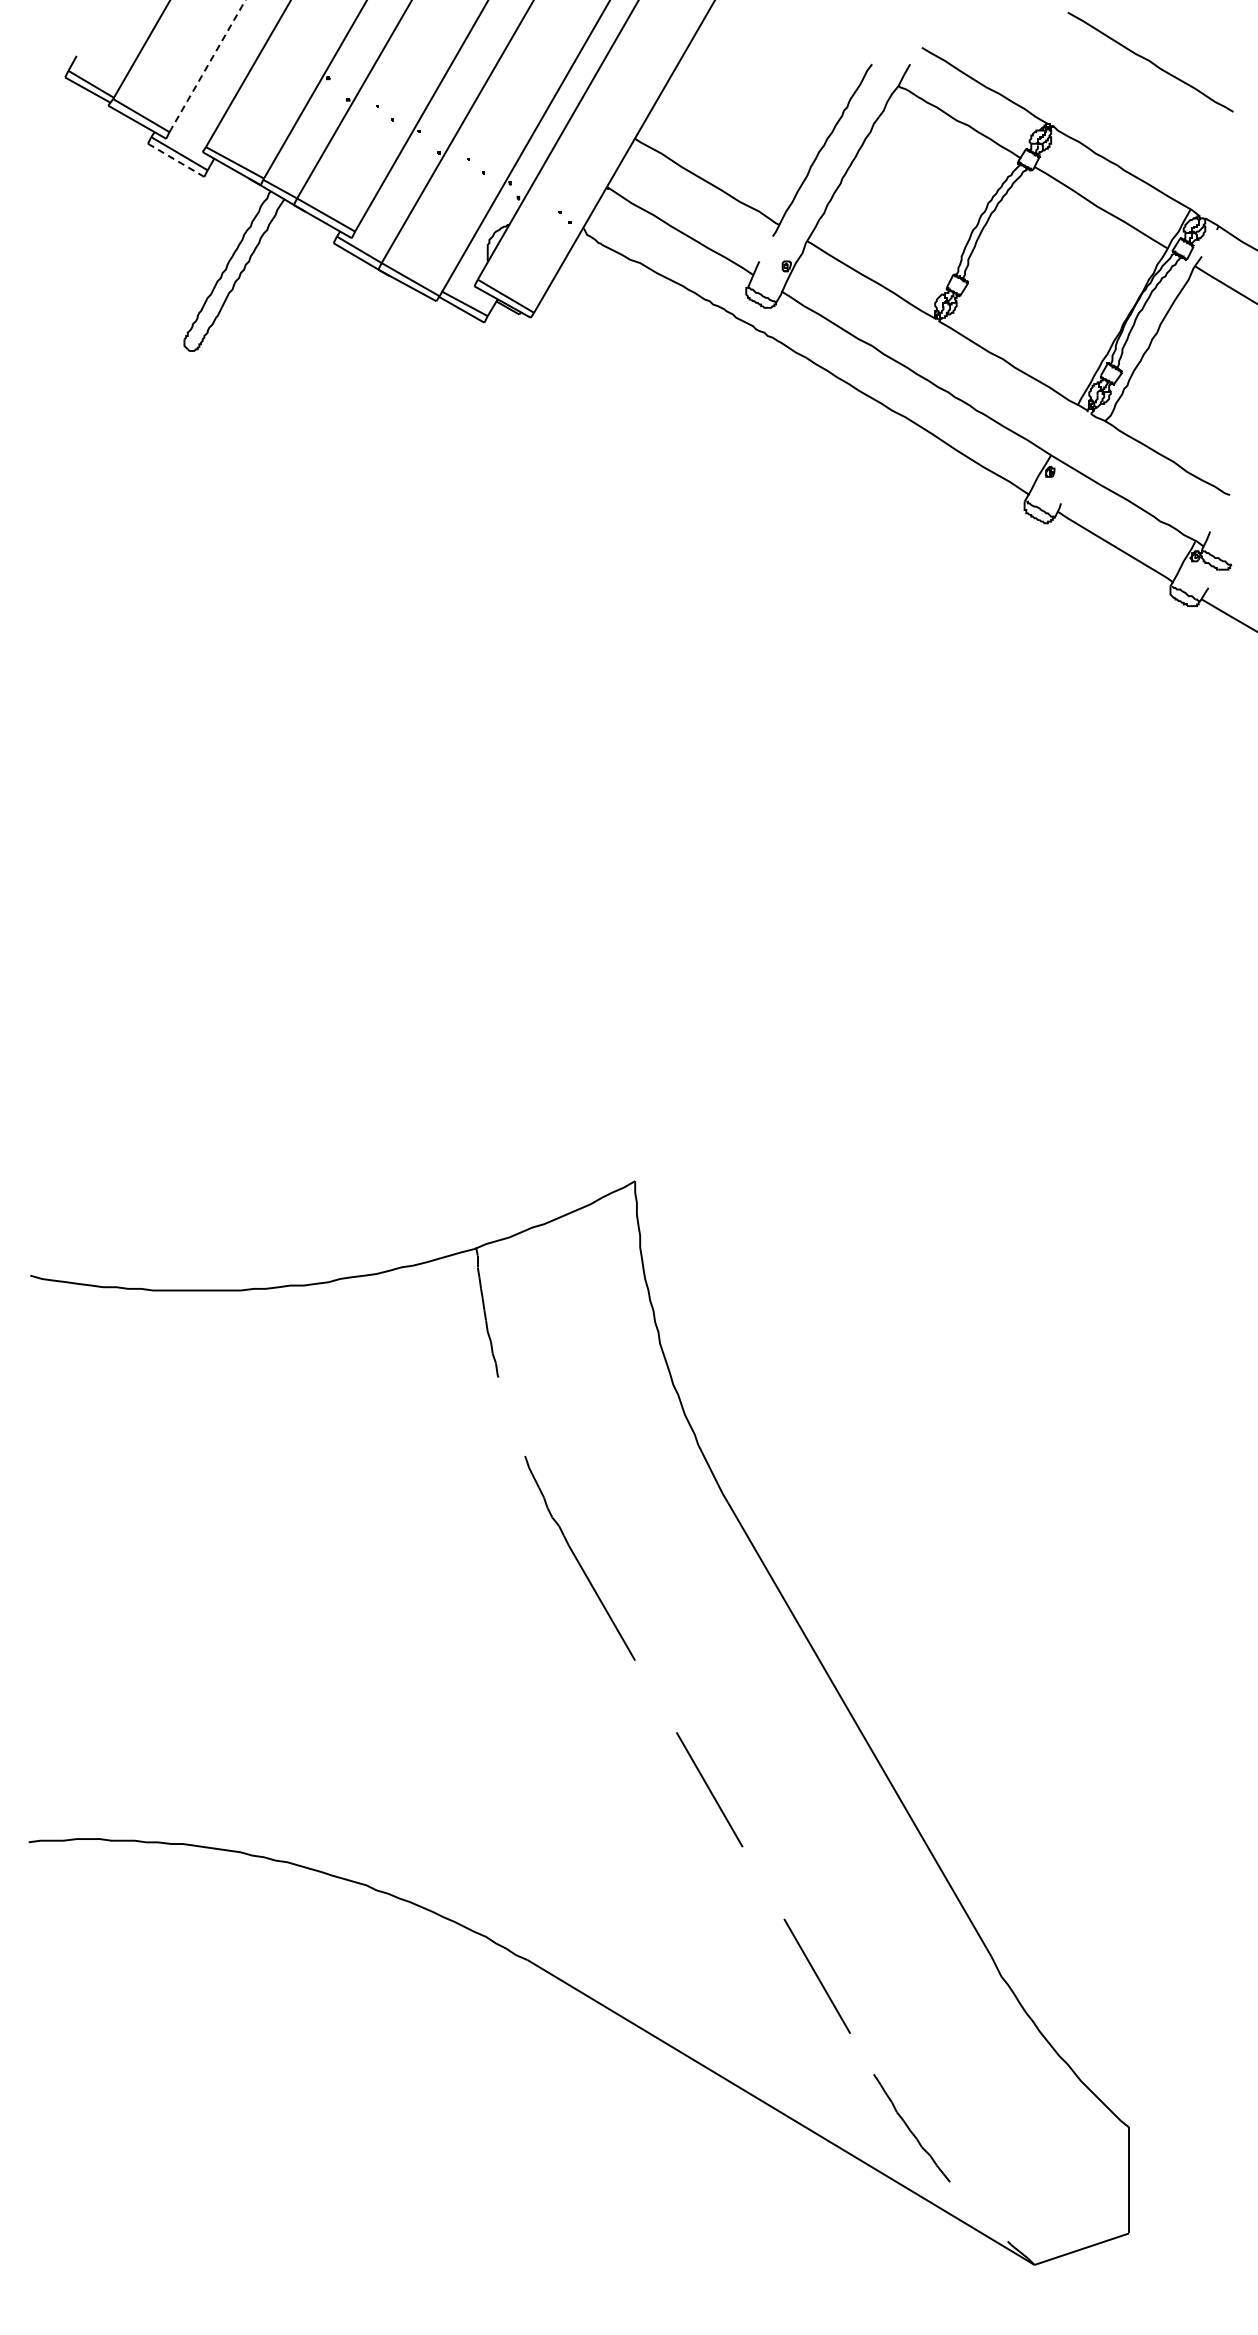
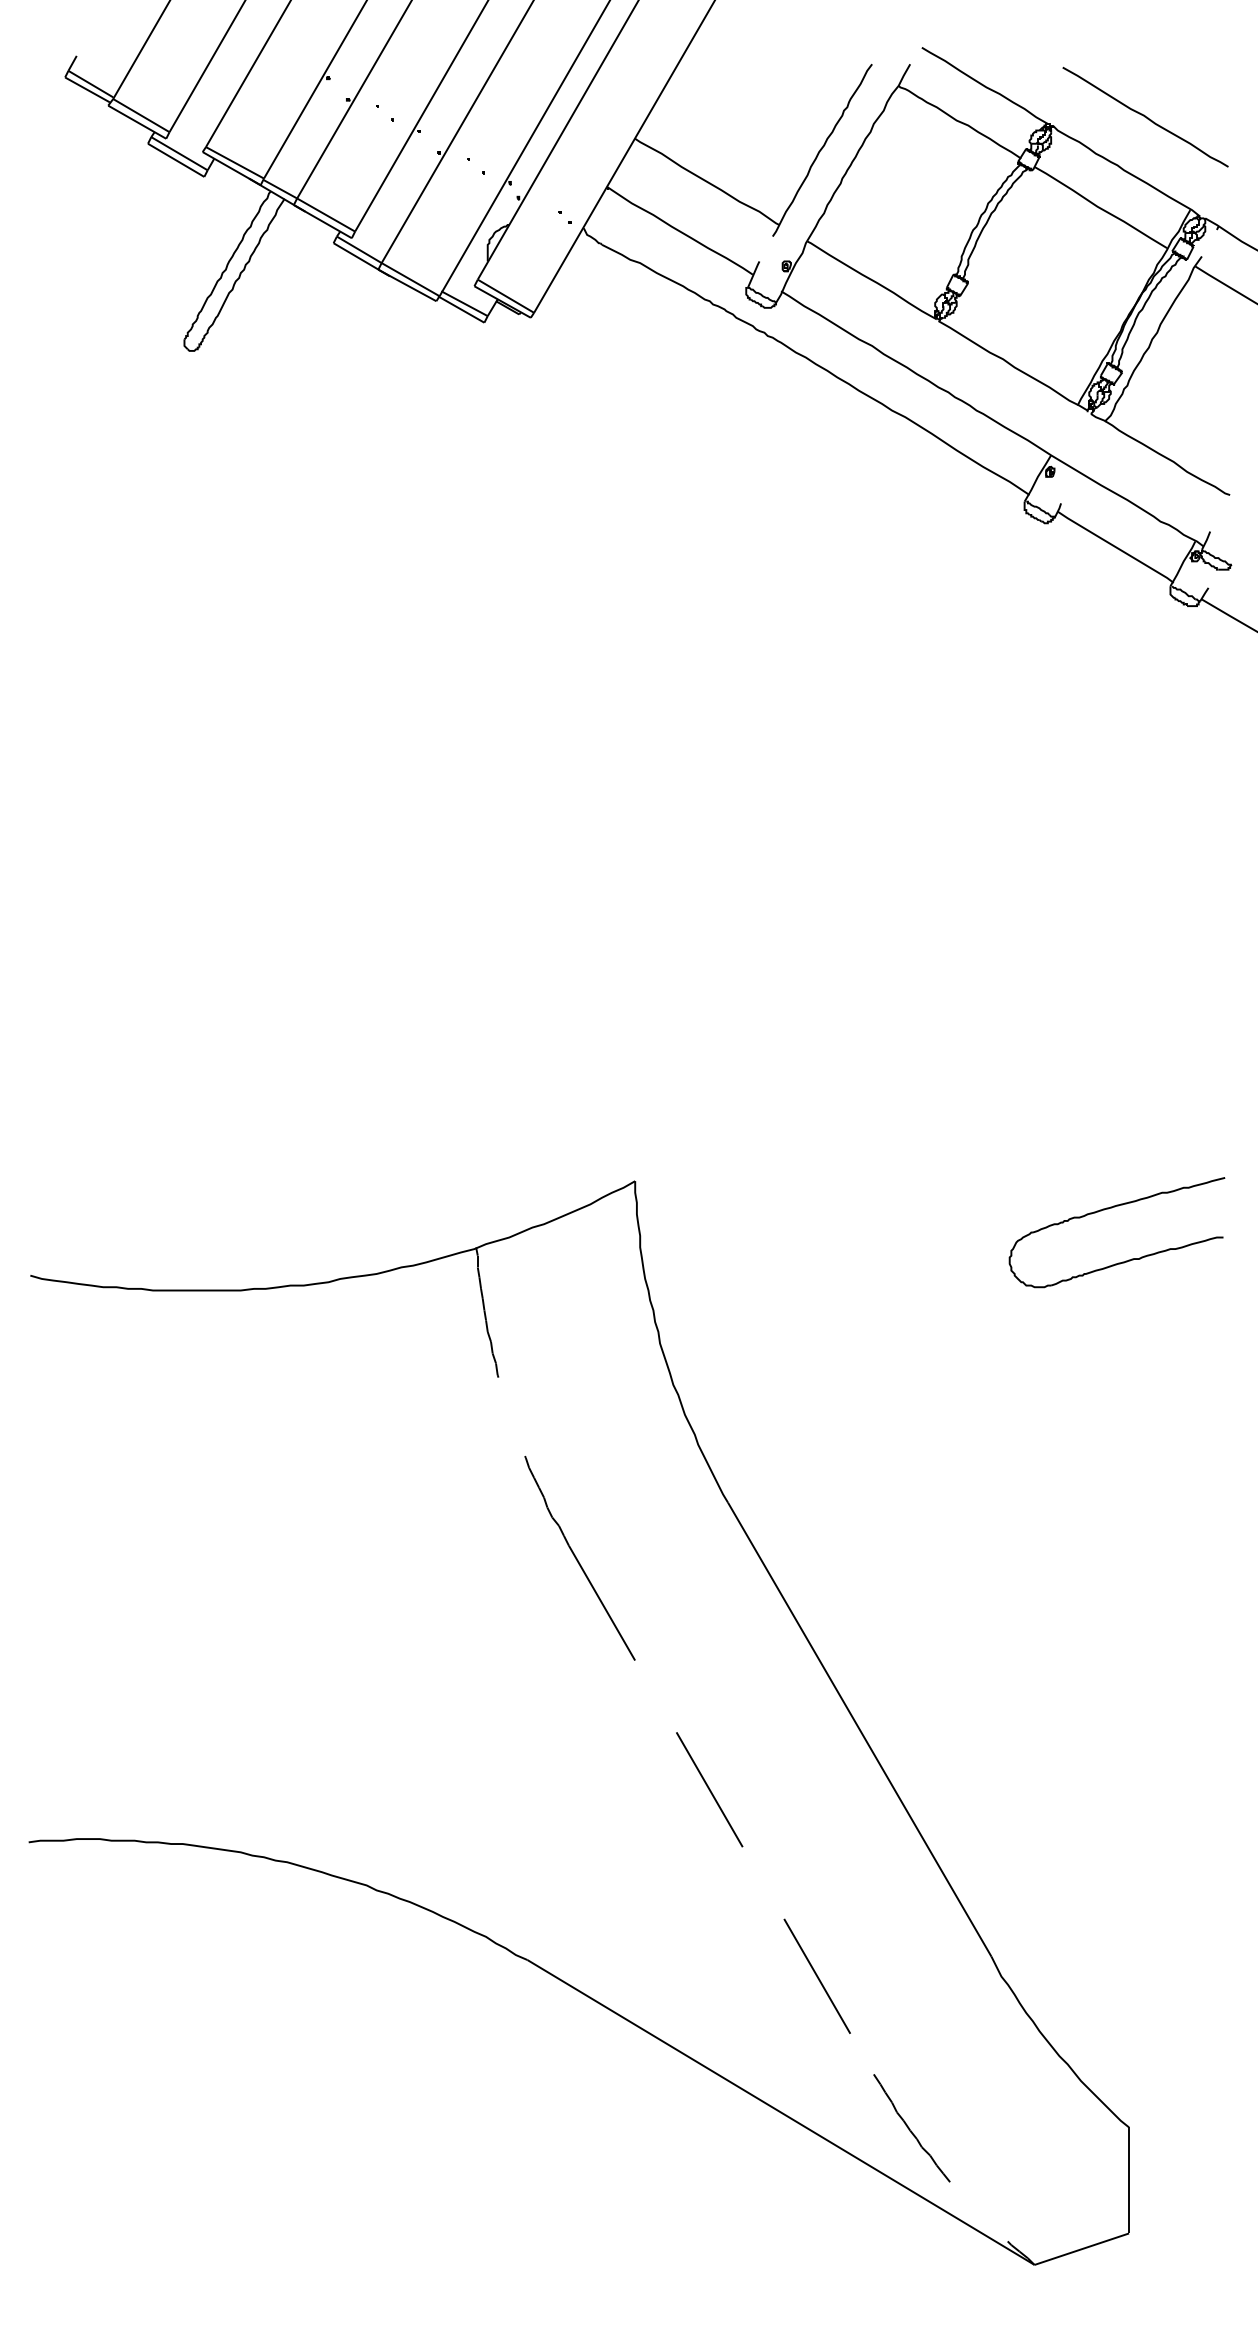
curve at (1150, 62) position: (1150, 62) -> (1145, 117)
line at (207, 66): dashed -> solid
line at (176, 160): dashed -> solid
part at (1112, 1208): none -> present
